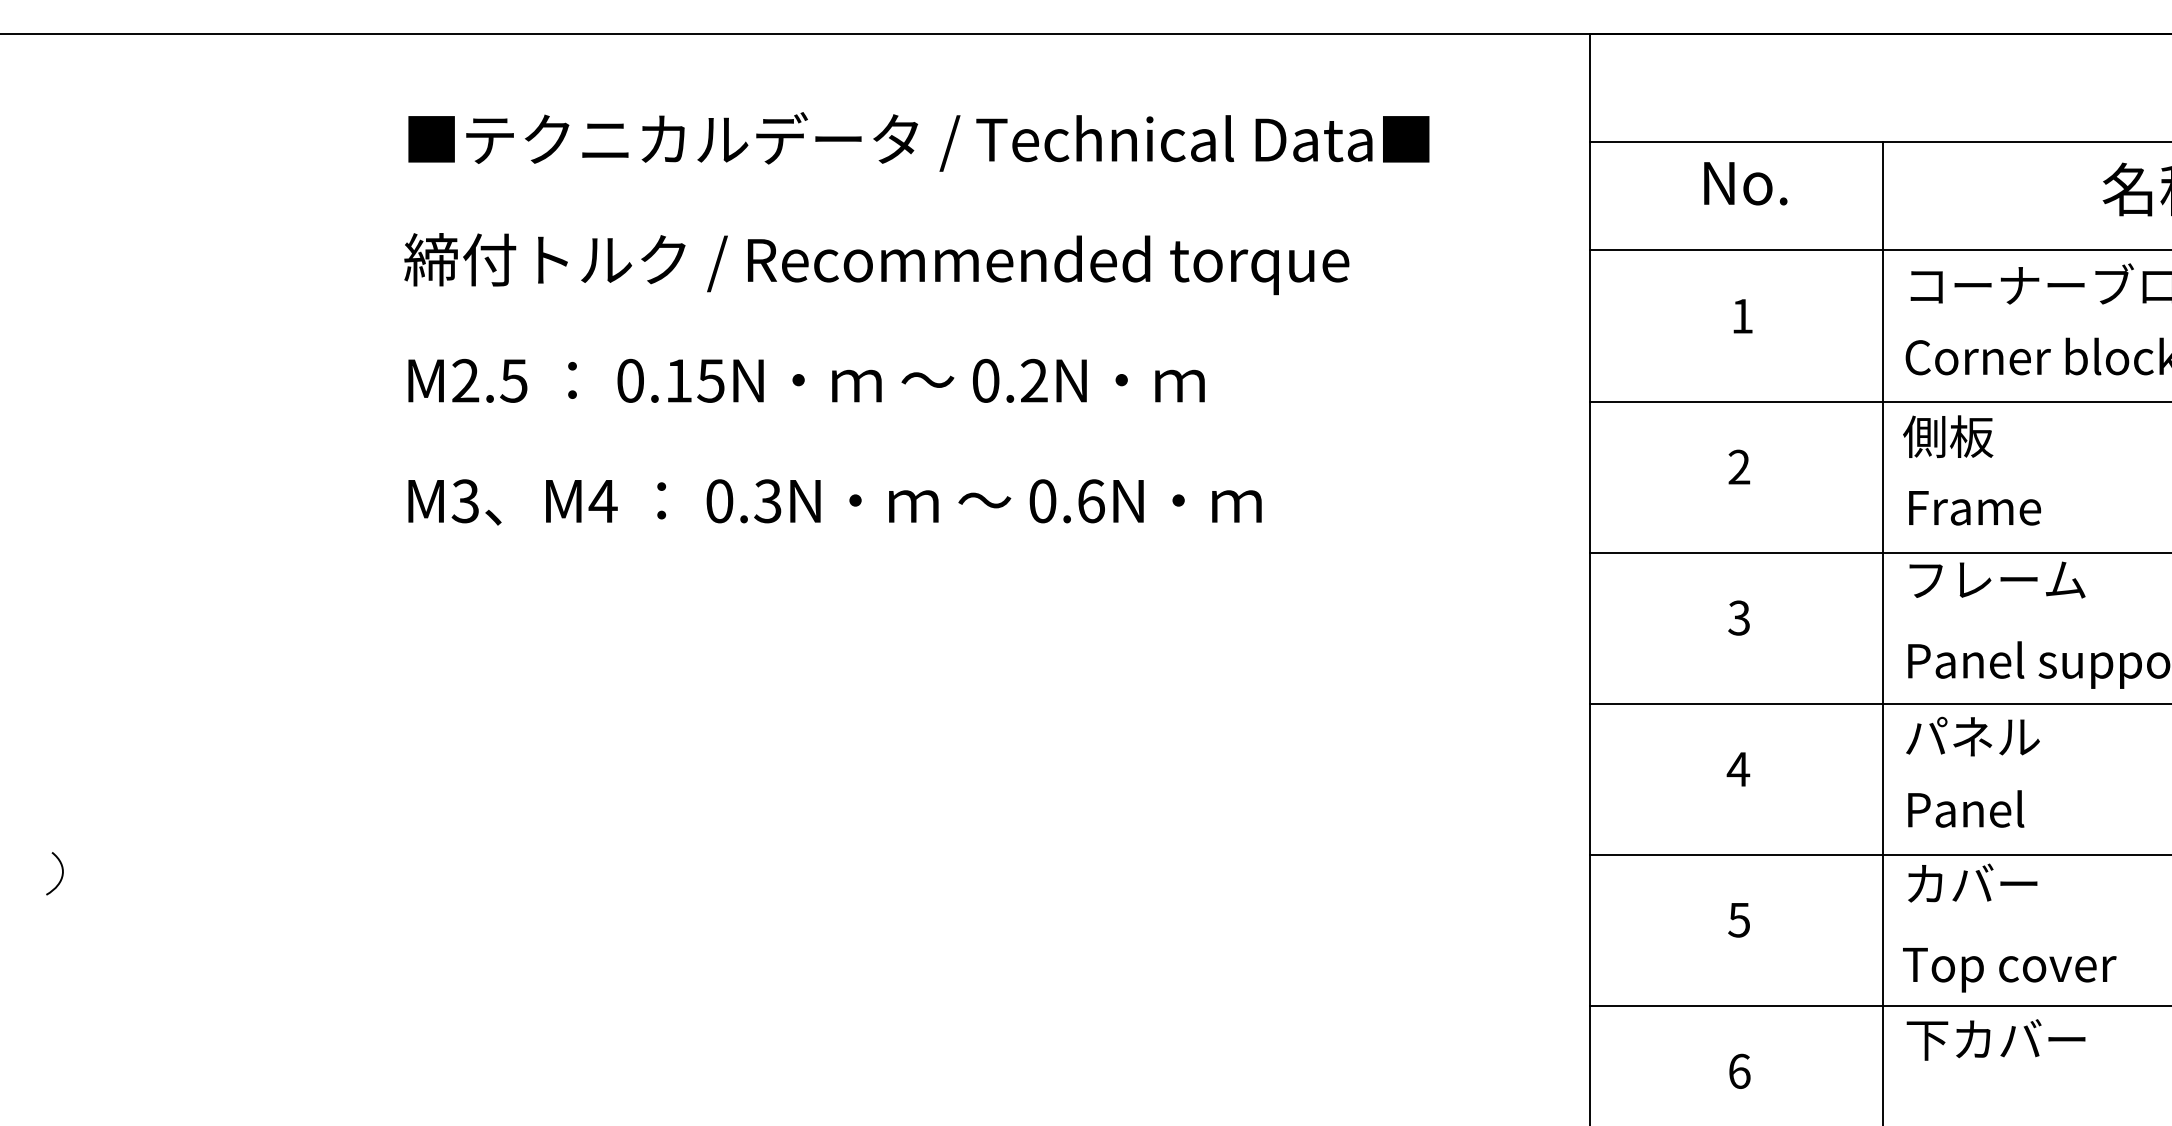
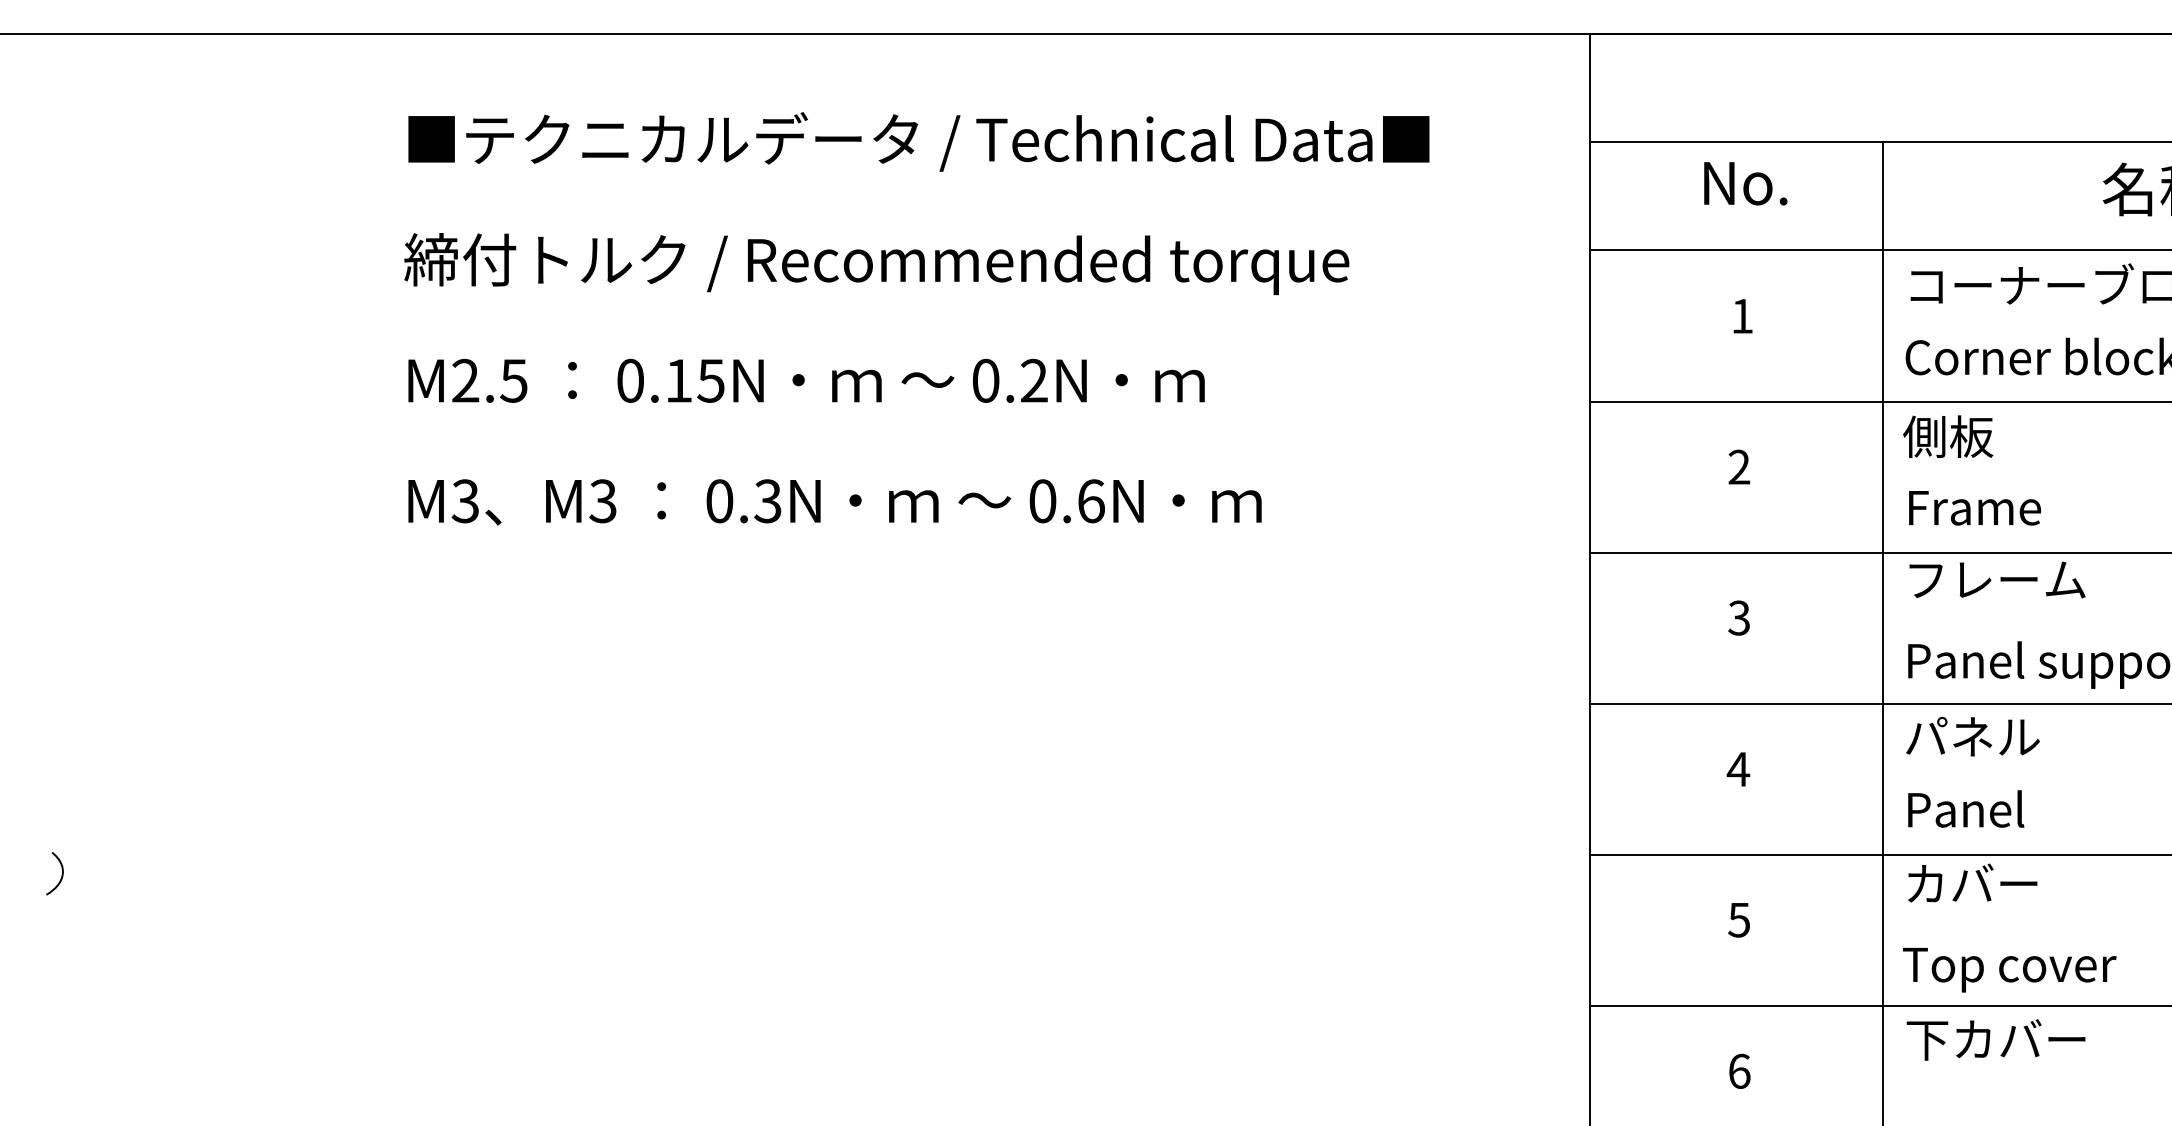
text at (602, 501): M4 -> M3
